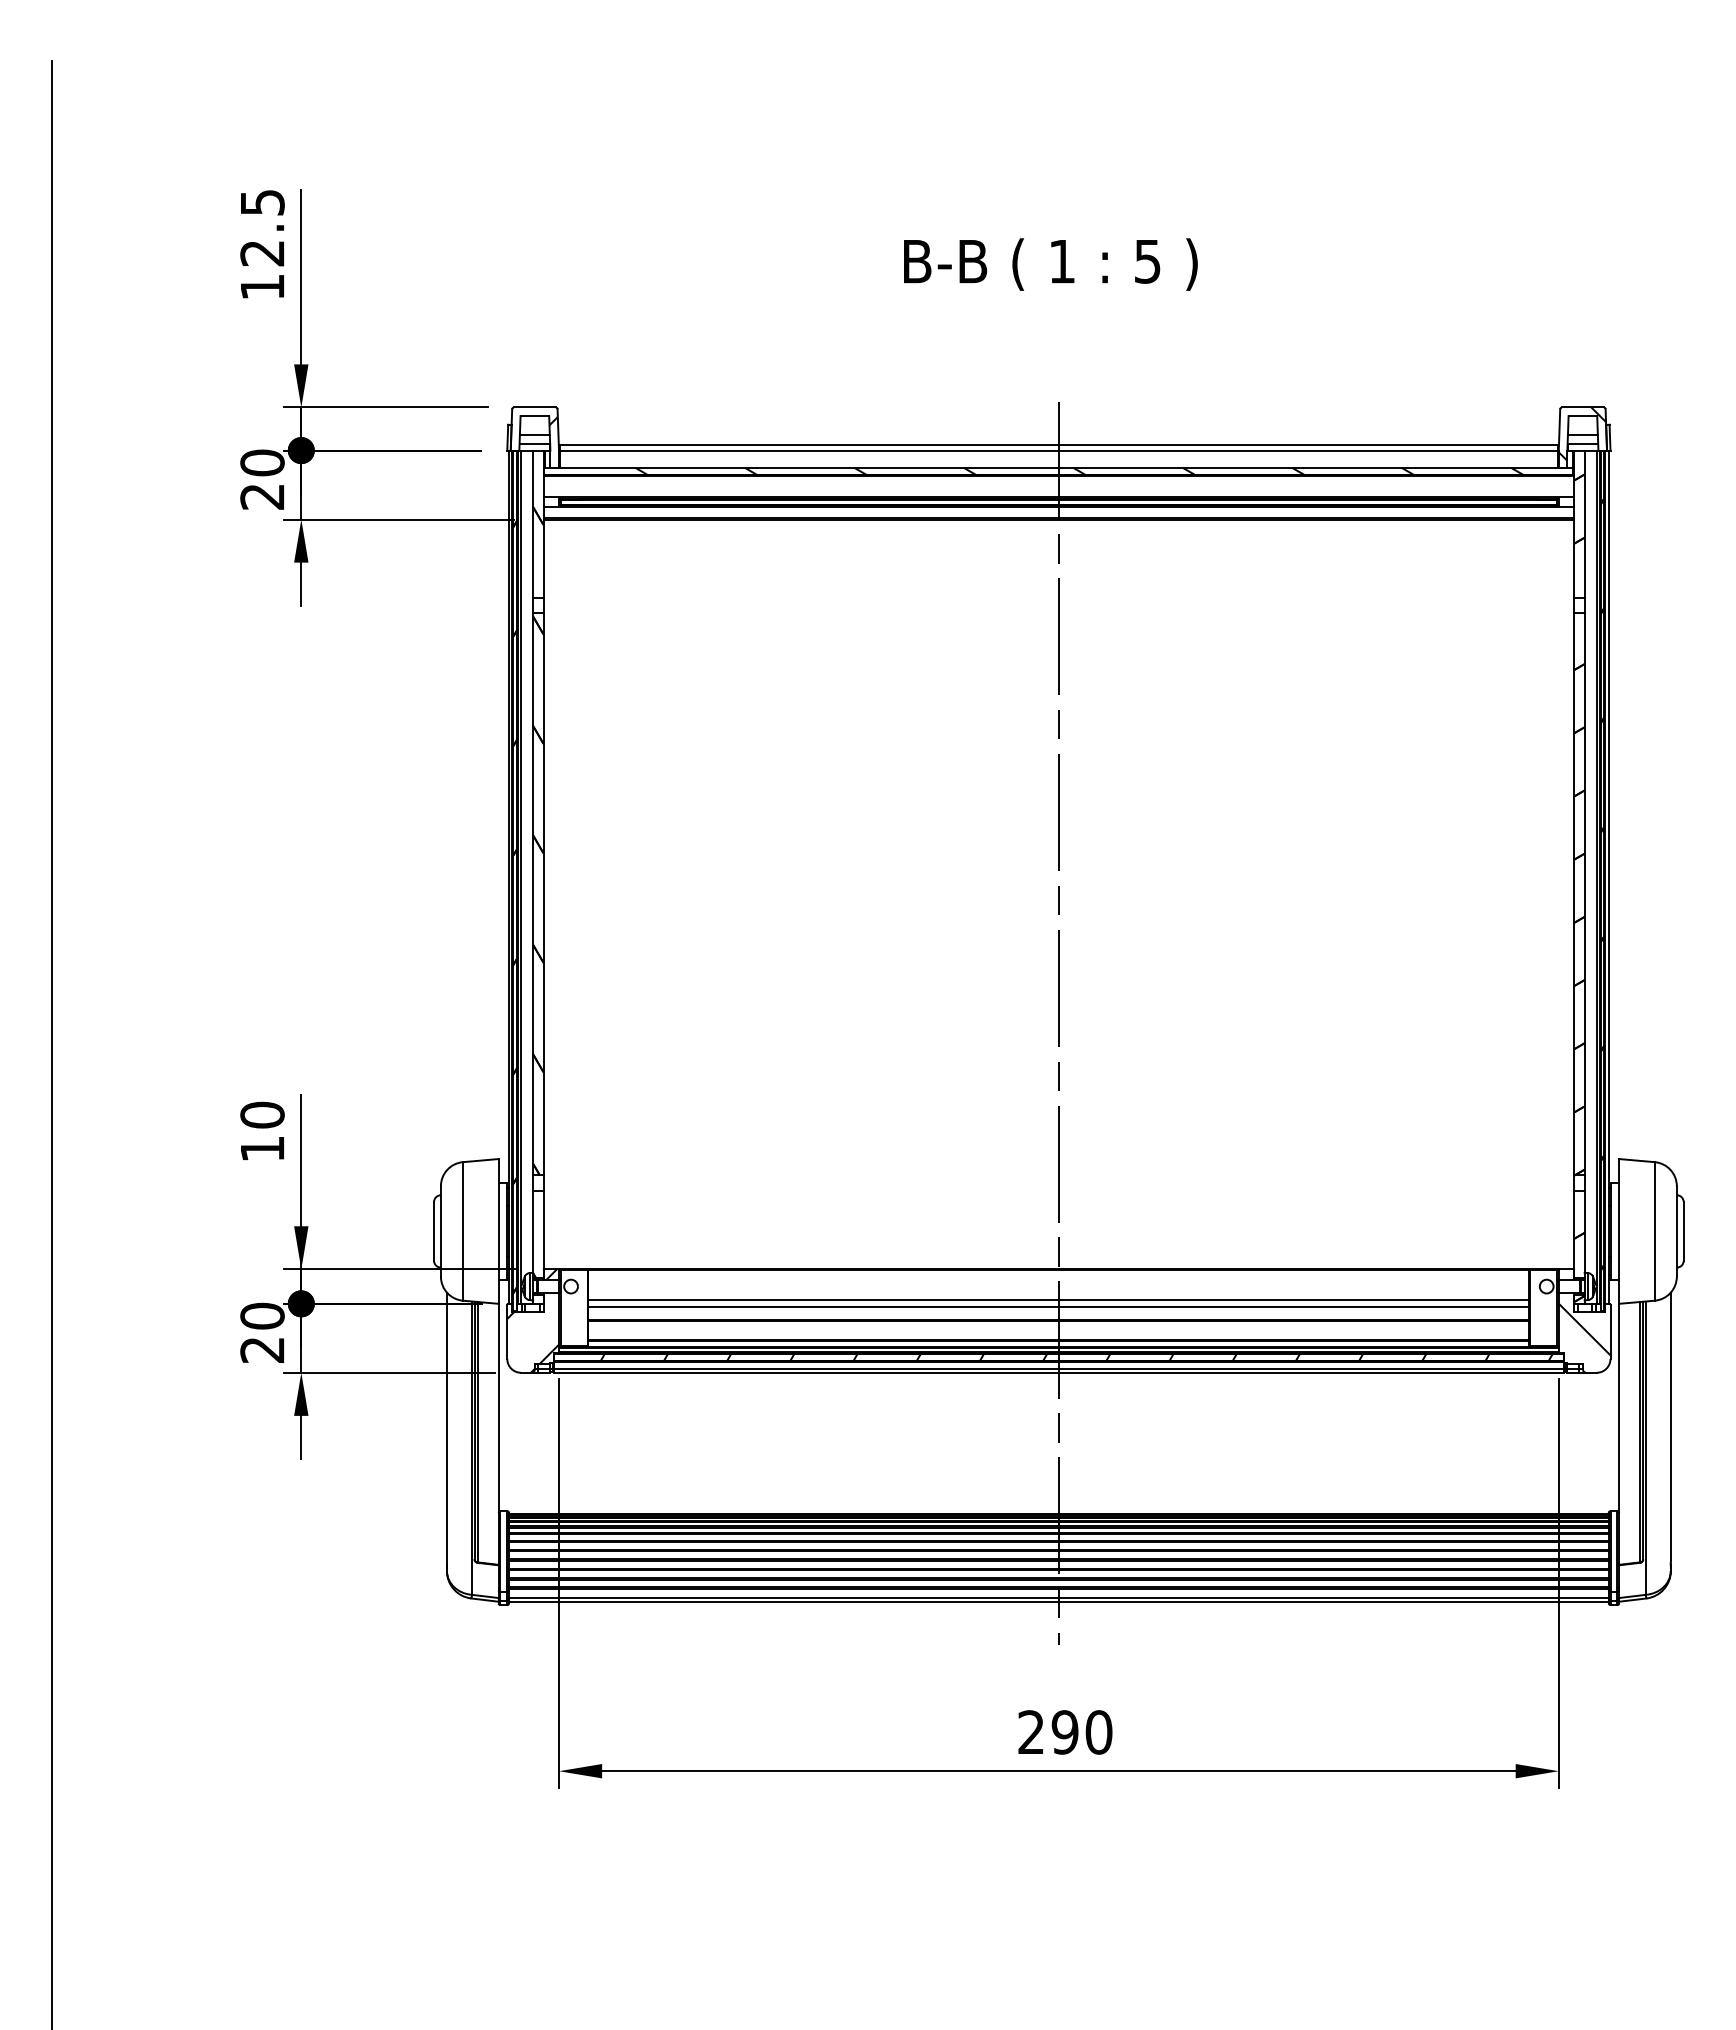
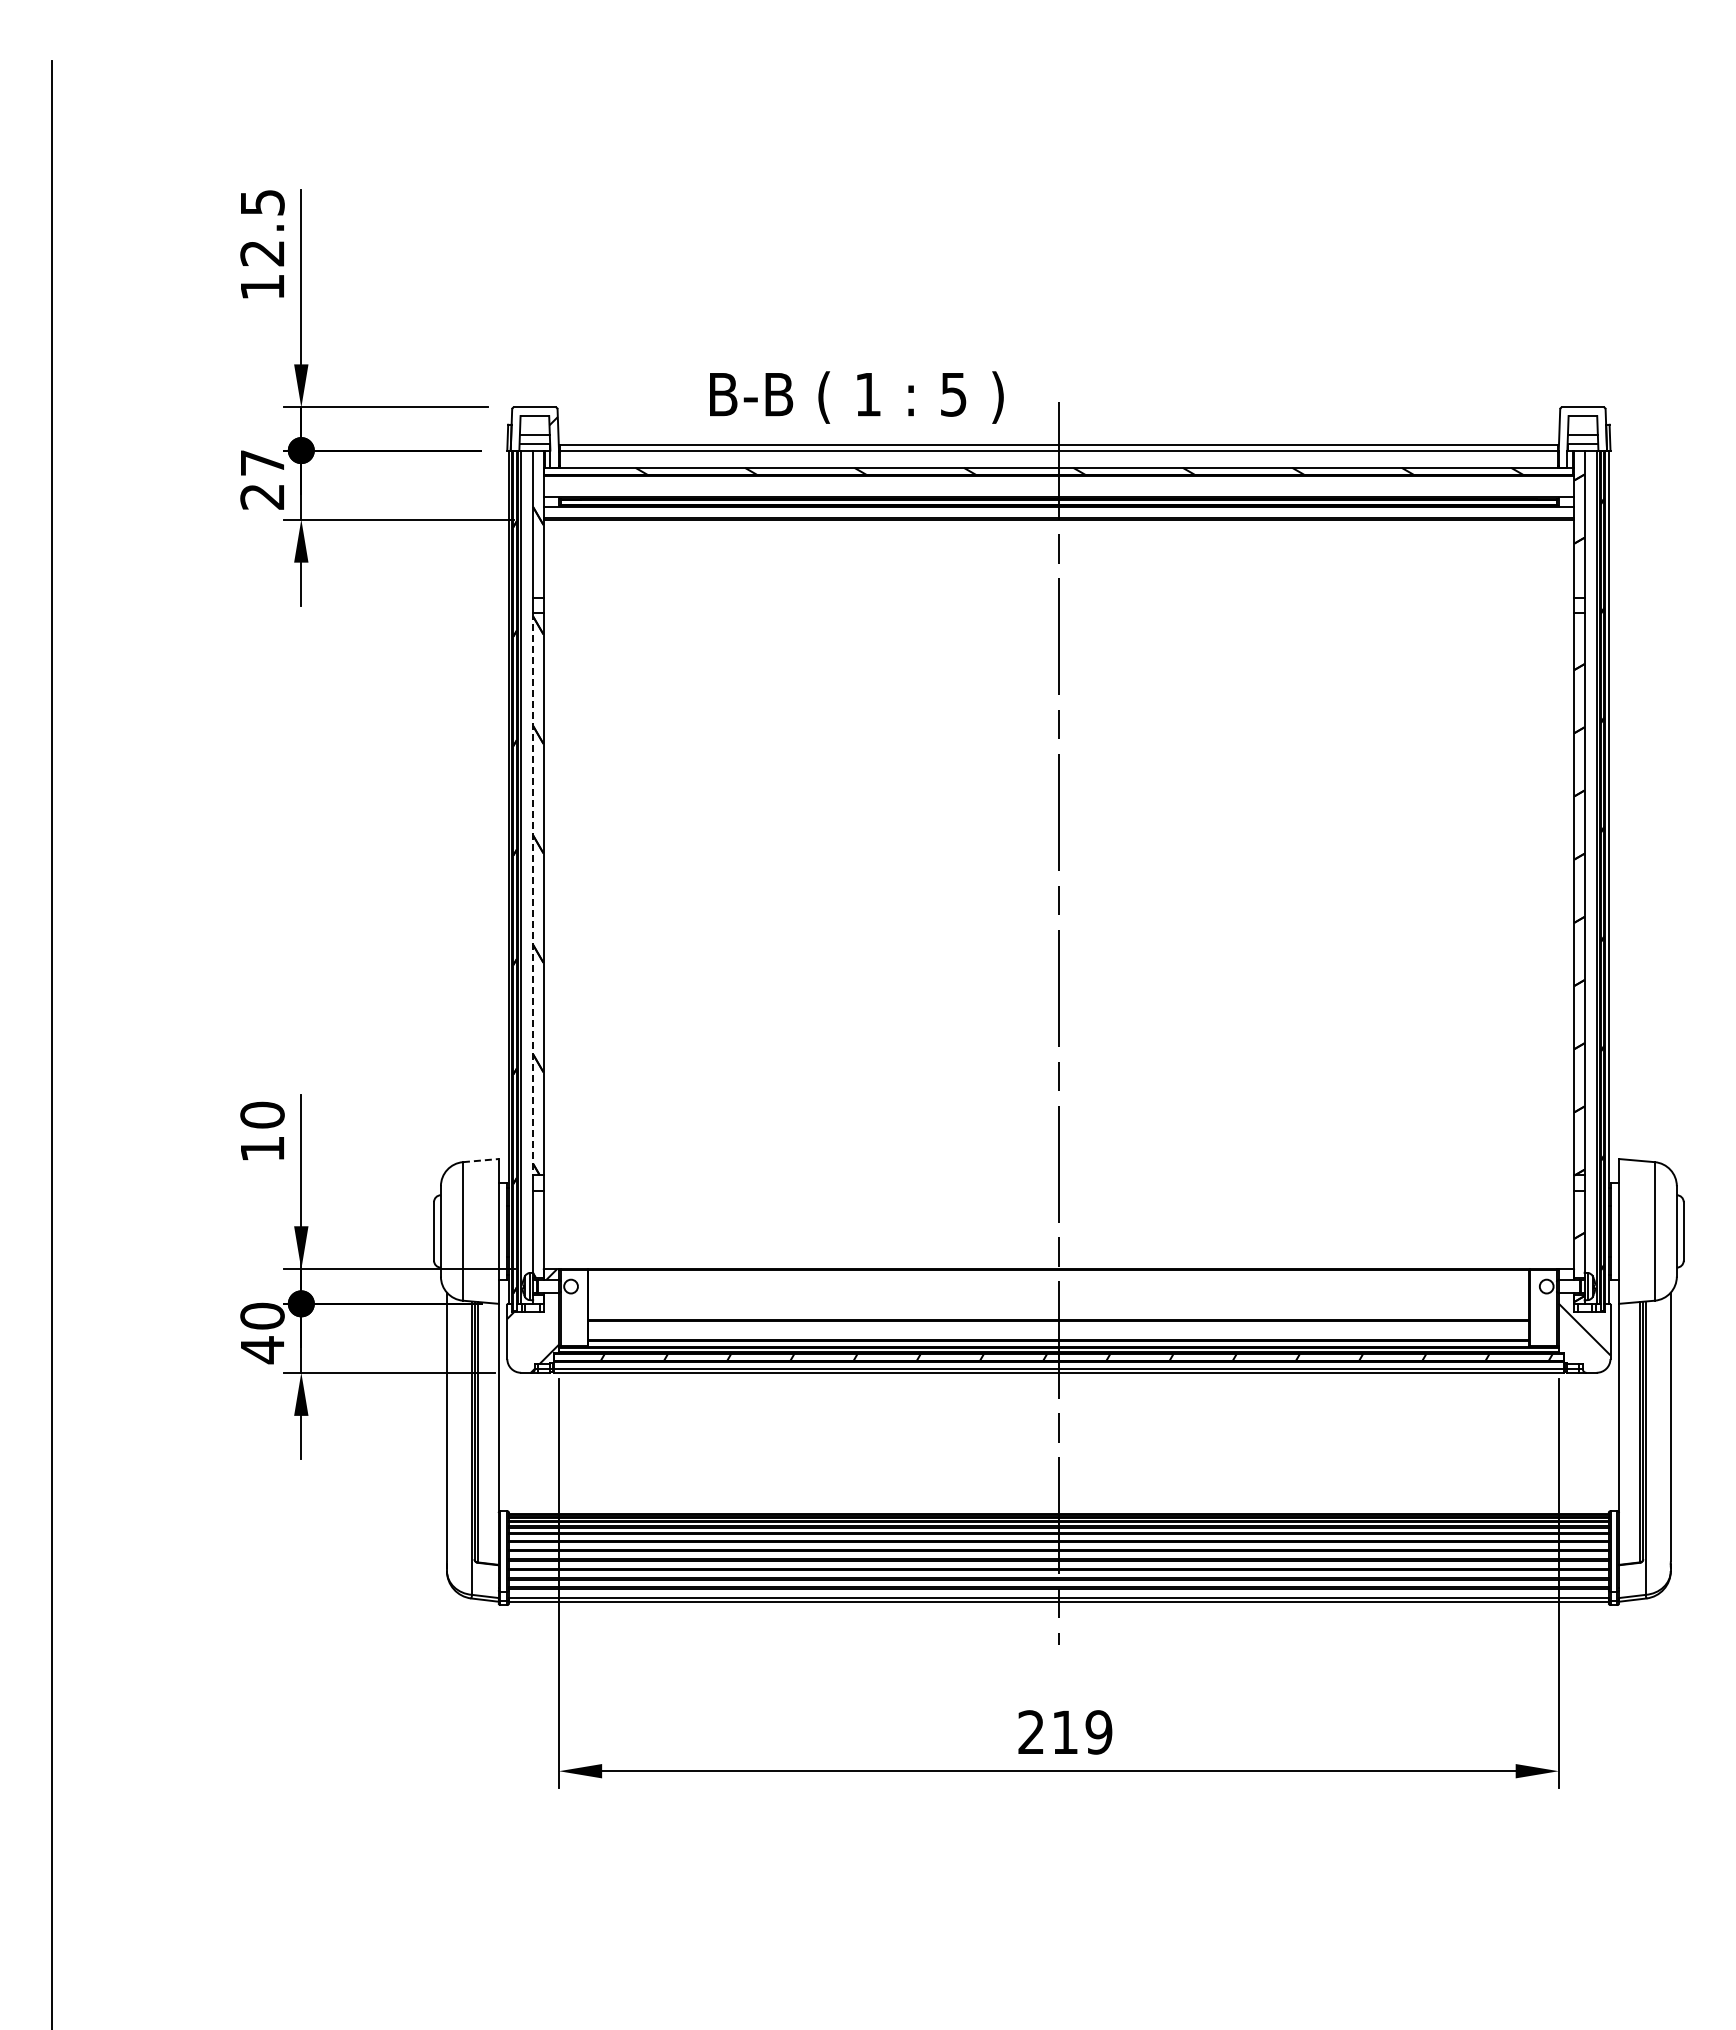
text at (1050, 264) position: (1050, 264) -> (856, 397)
hatch at (1582, 433): present -> none
text at (262, 462): 20 -> 27
line at (533, 894): solid -> dashed
line at (480, 1160): solid -> dashed
line at (1058, 1300): present -> none
line at (1058, 1307): present -> none
text at (261, 1350): 20 -> 40
text at (1081, 1732): 290 -> 219
